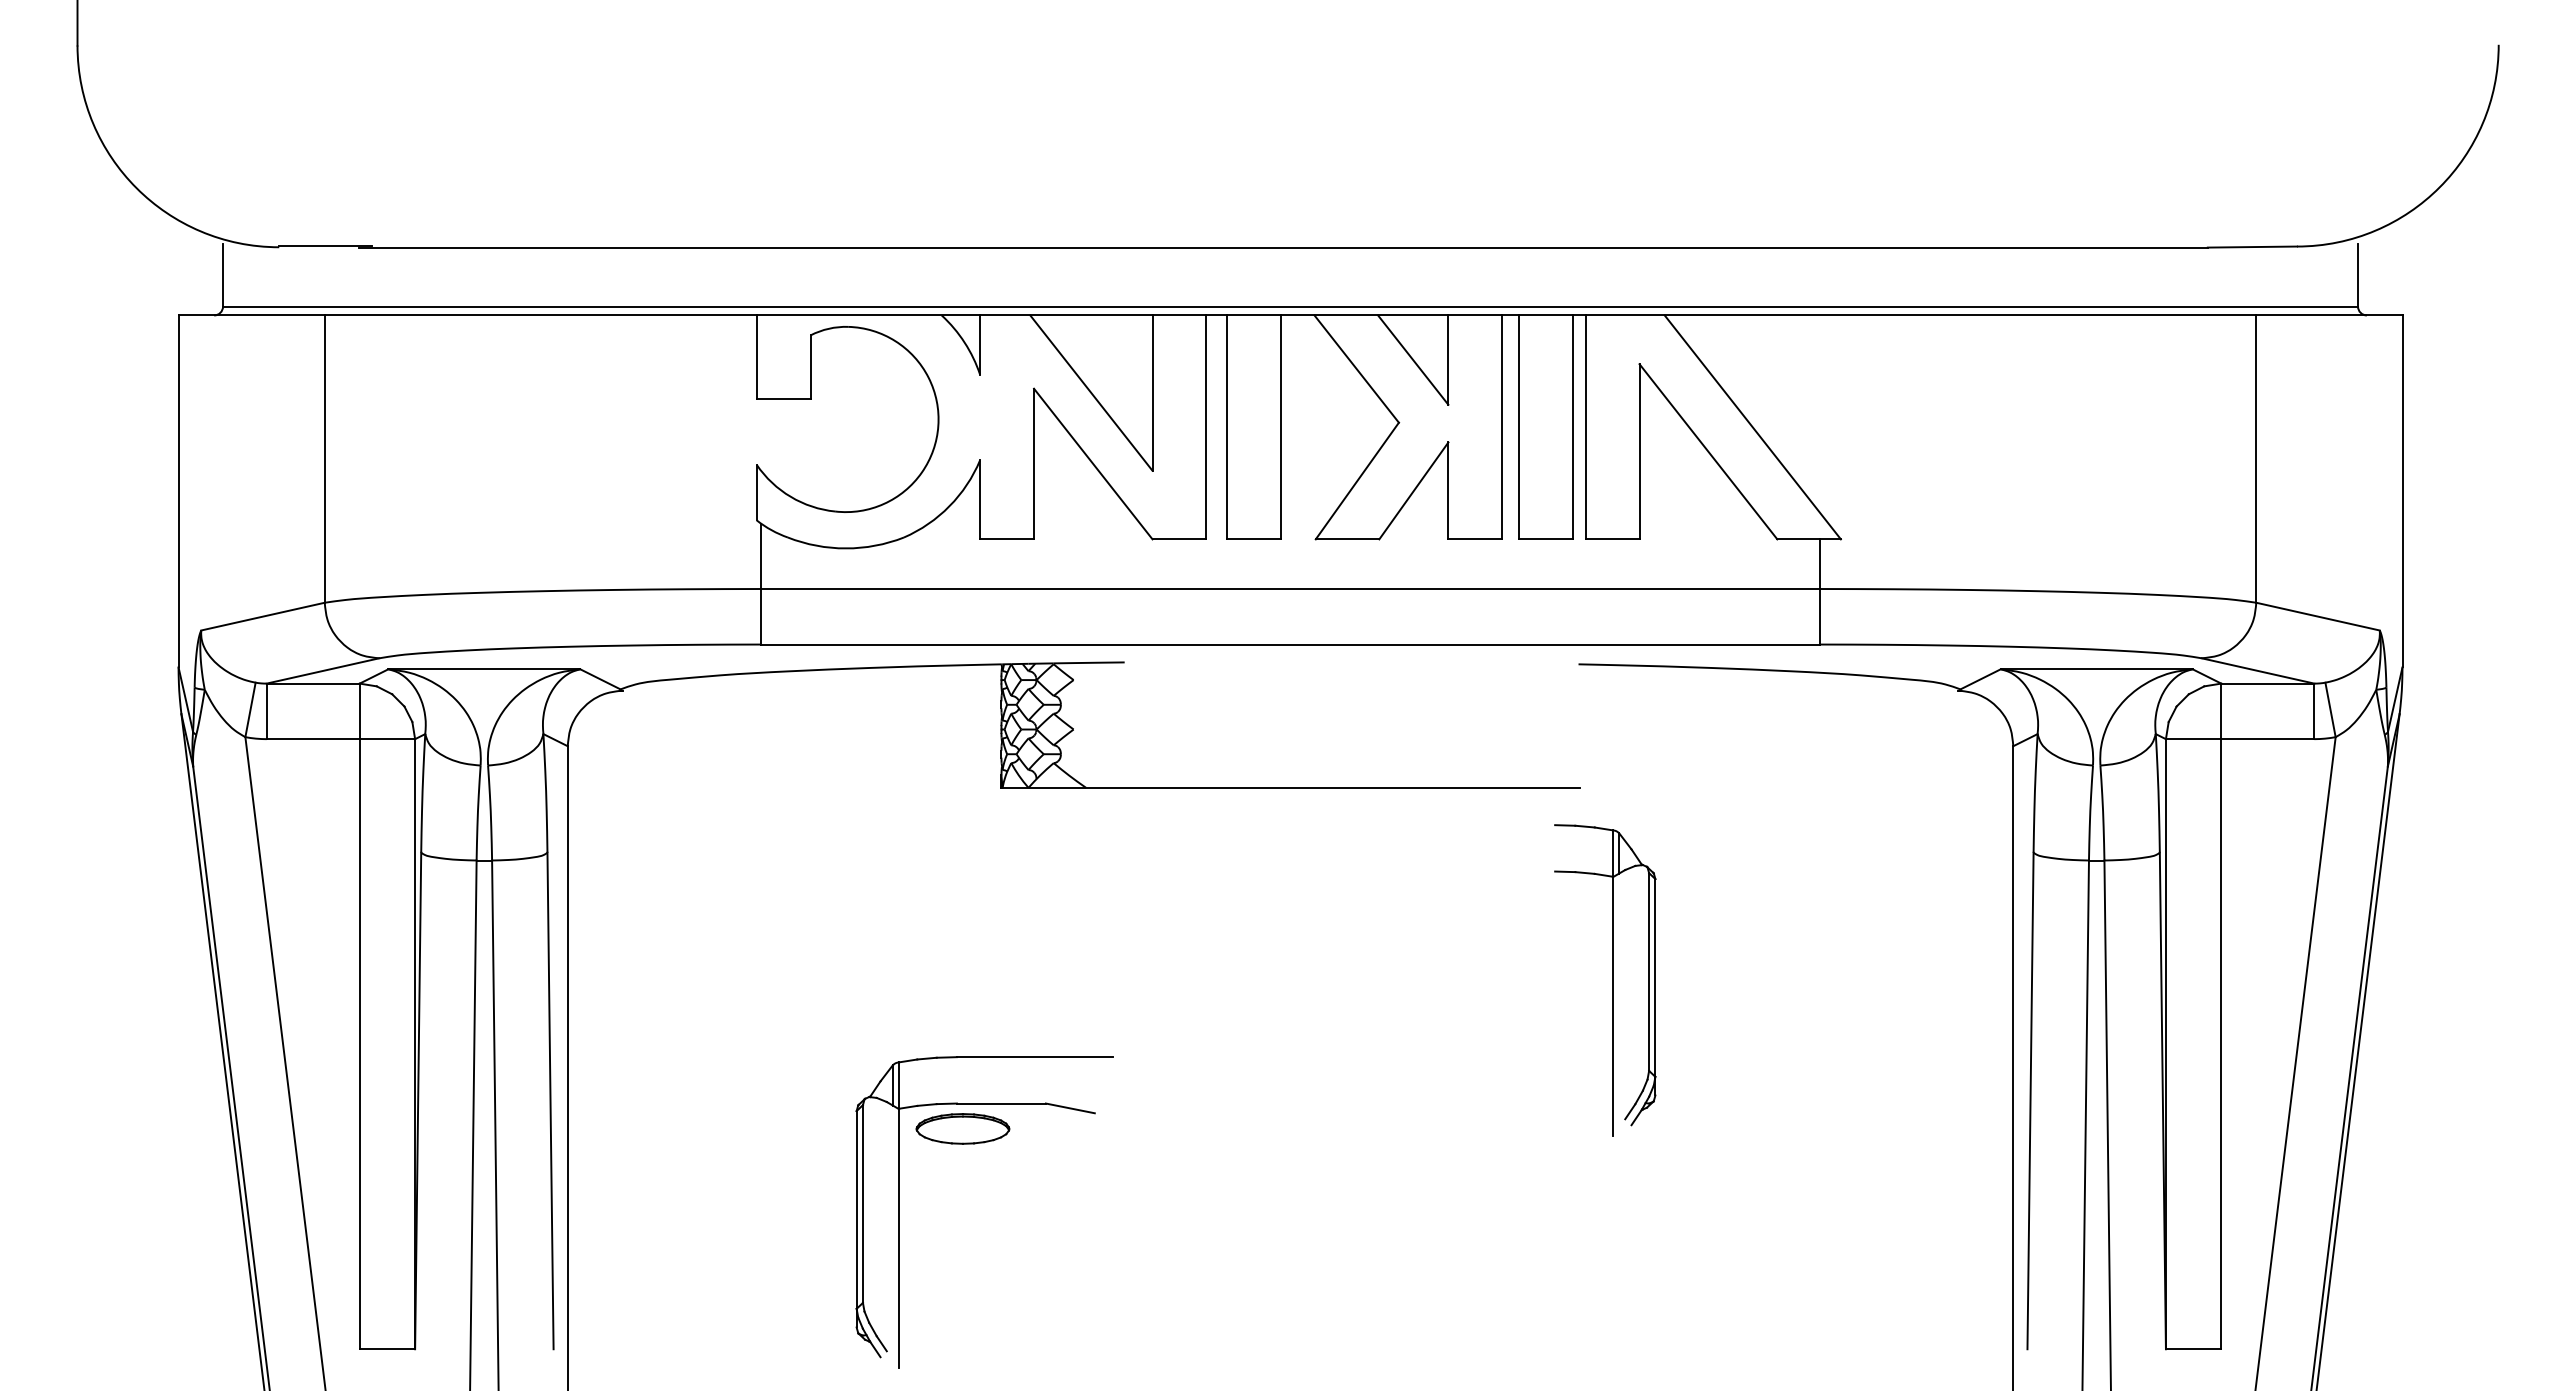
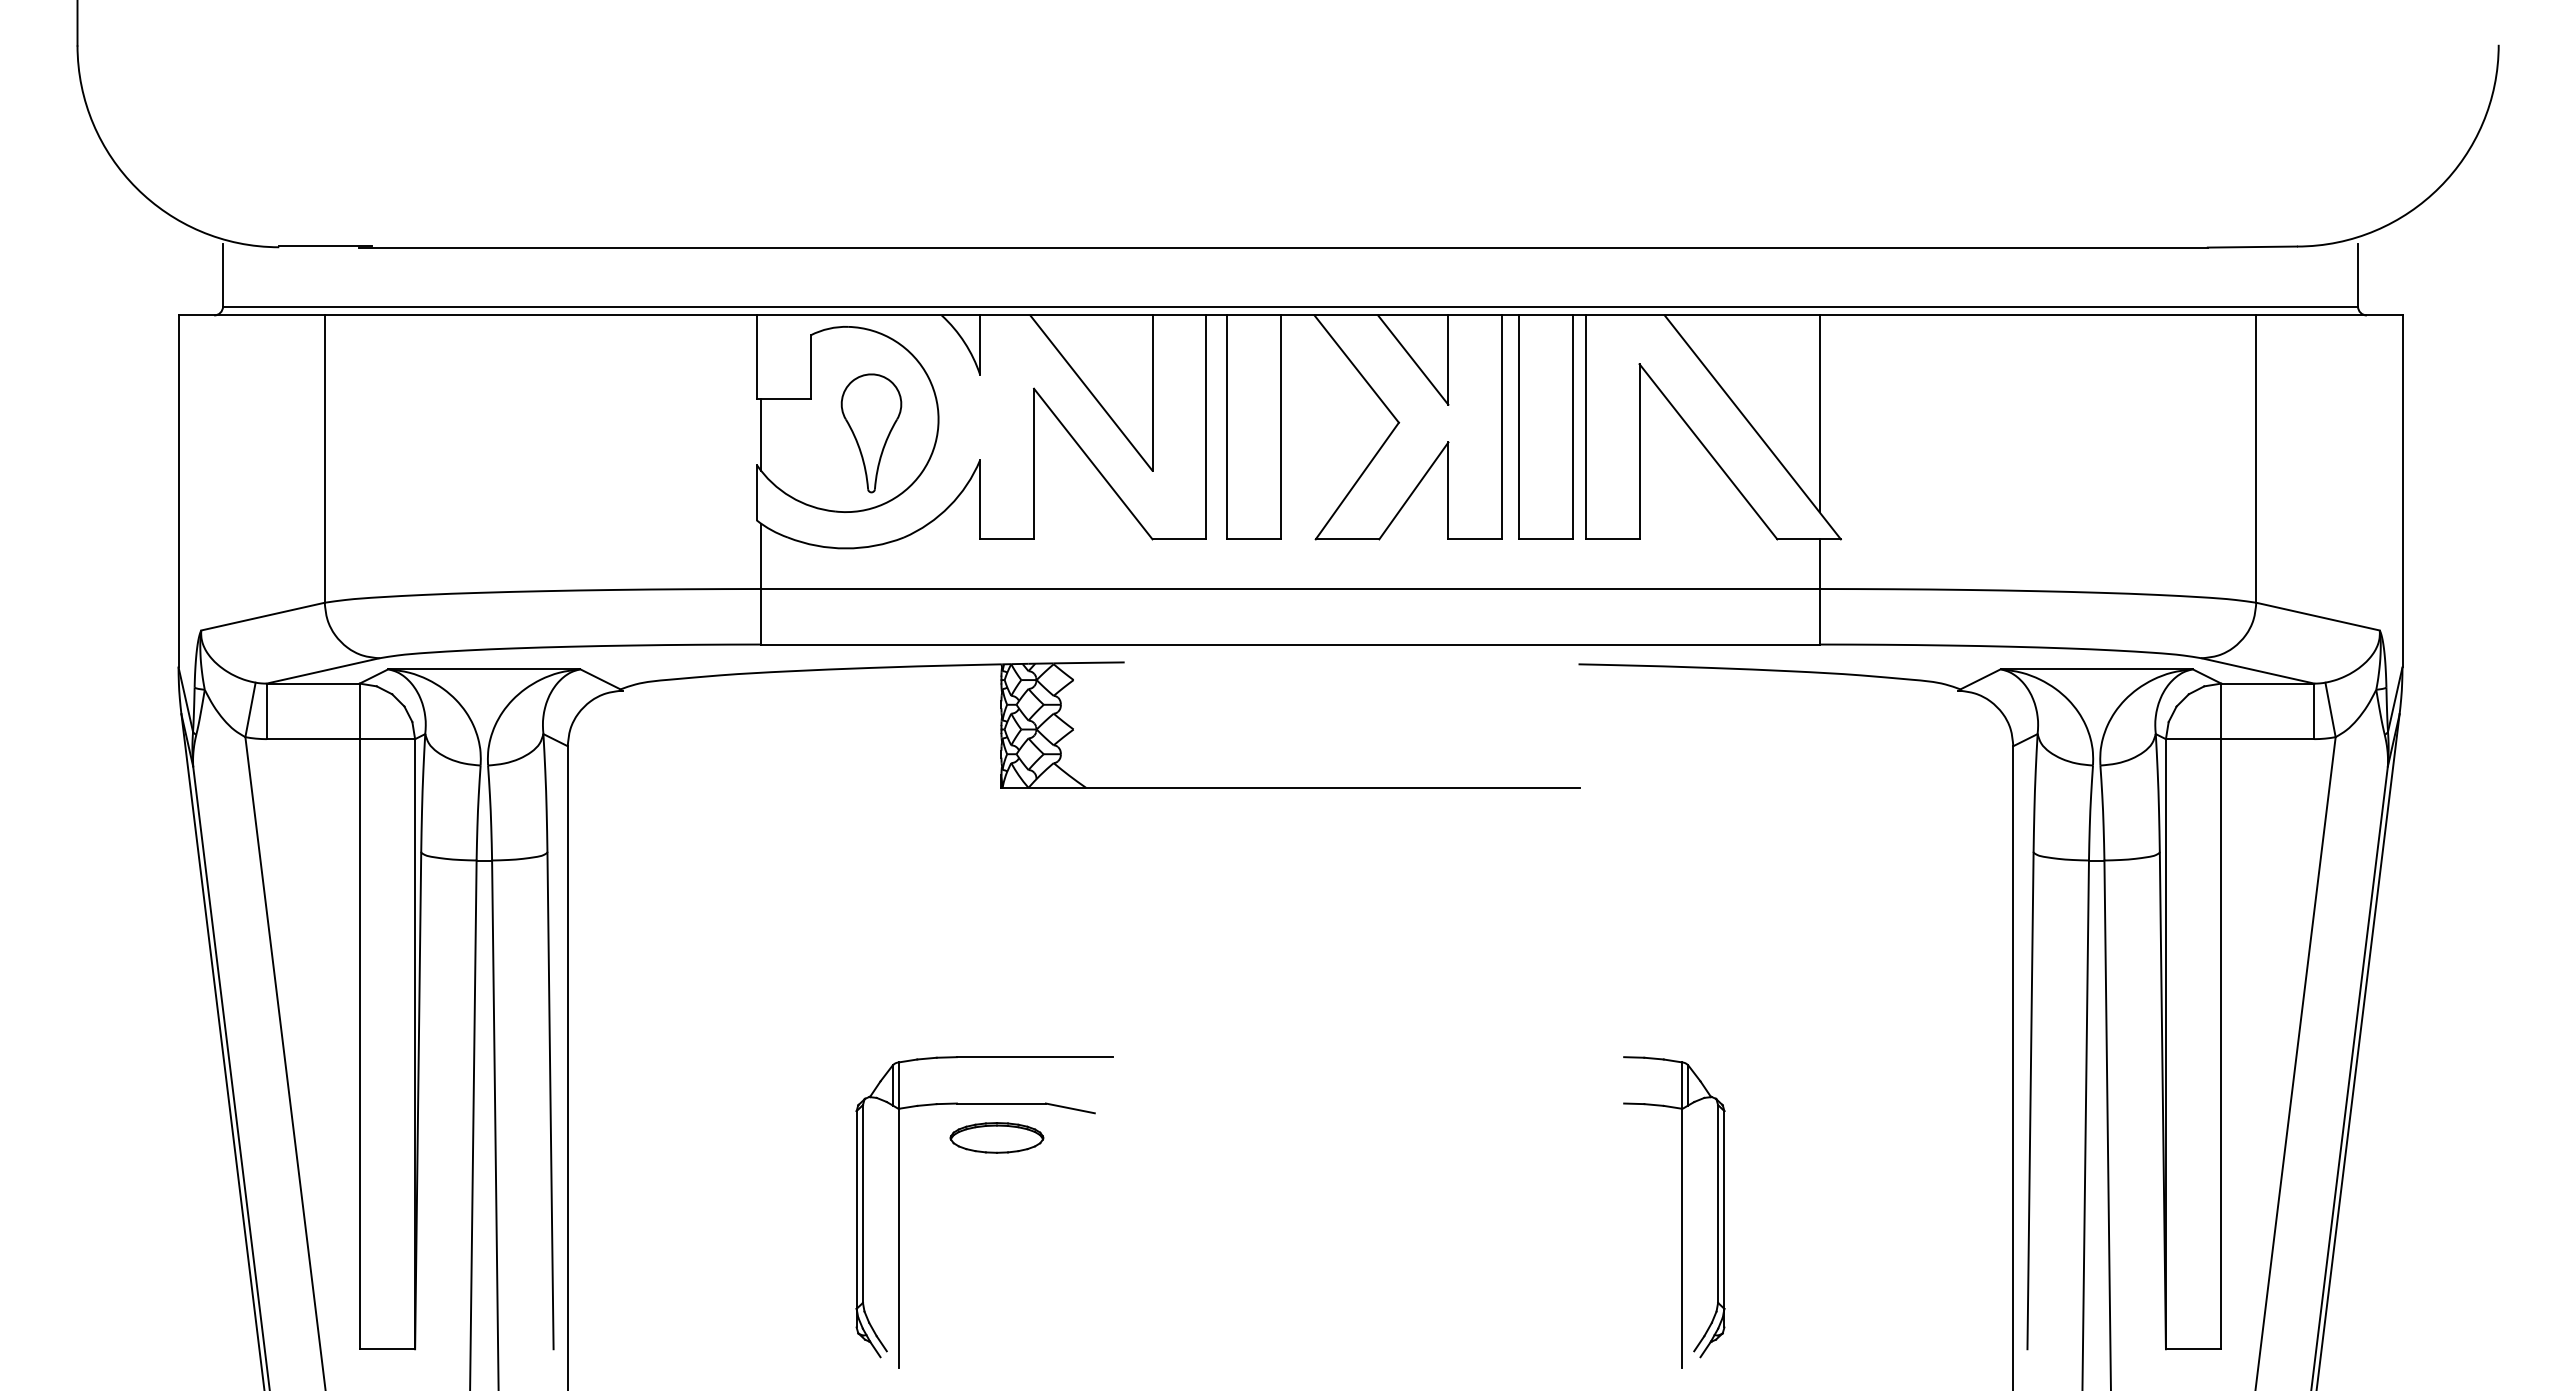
line at (1819, 413): none -> present
part at (871, 433): none -> present
line at (761, 434): none -> present
part at (1612, 980) position: (1612, 980) -> (1681, 1212)
part at (962, 1128) position: (962, 1128) -> (996, 1137)
